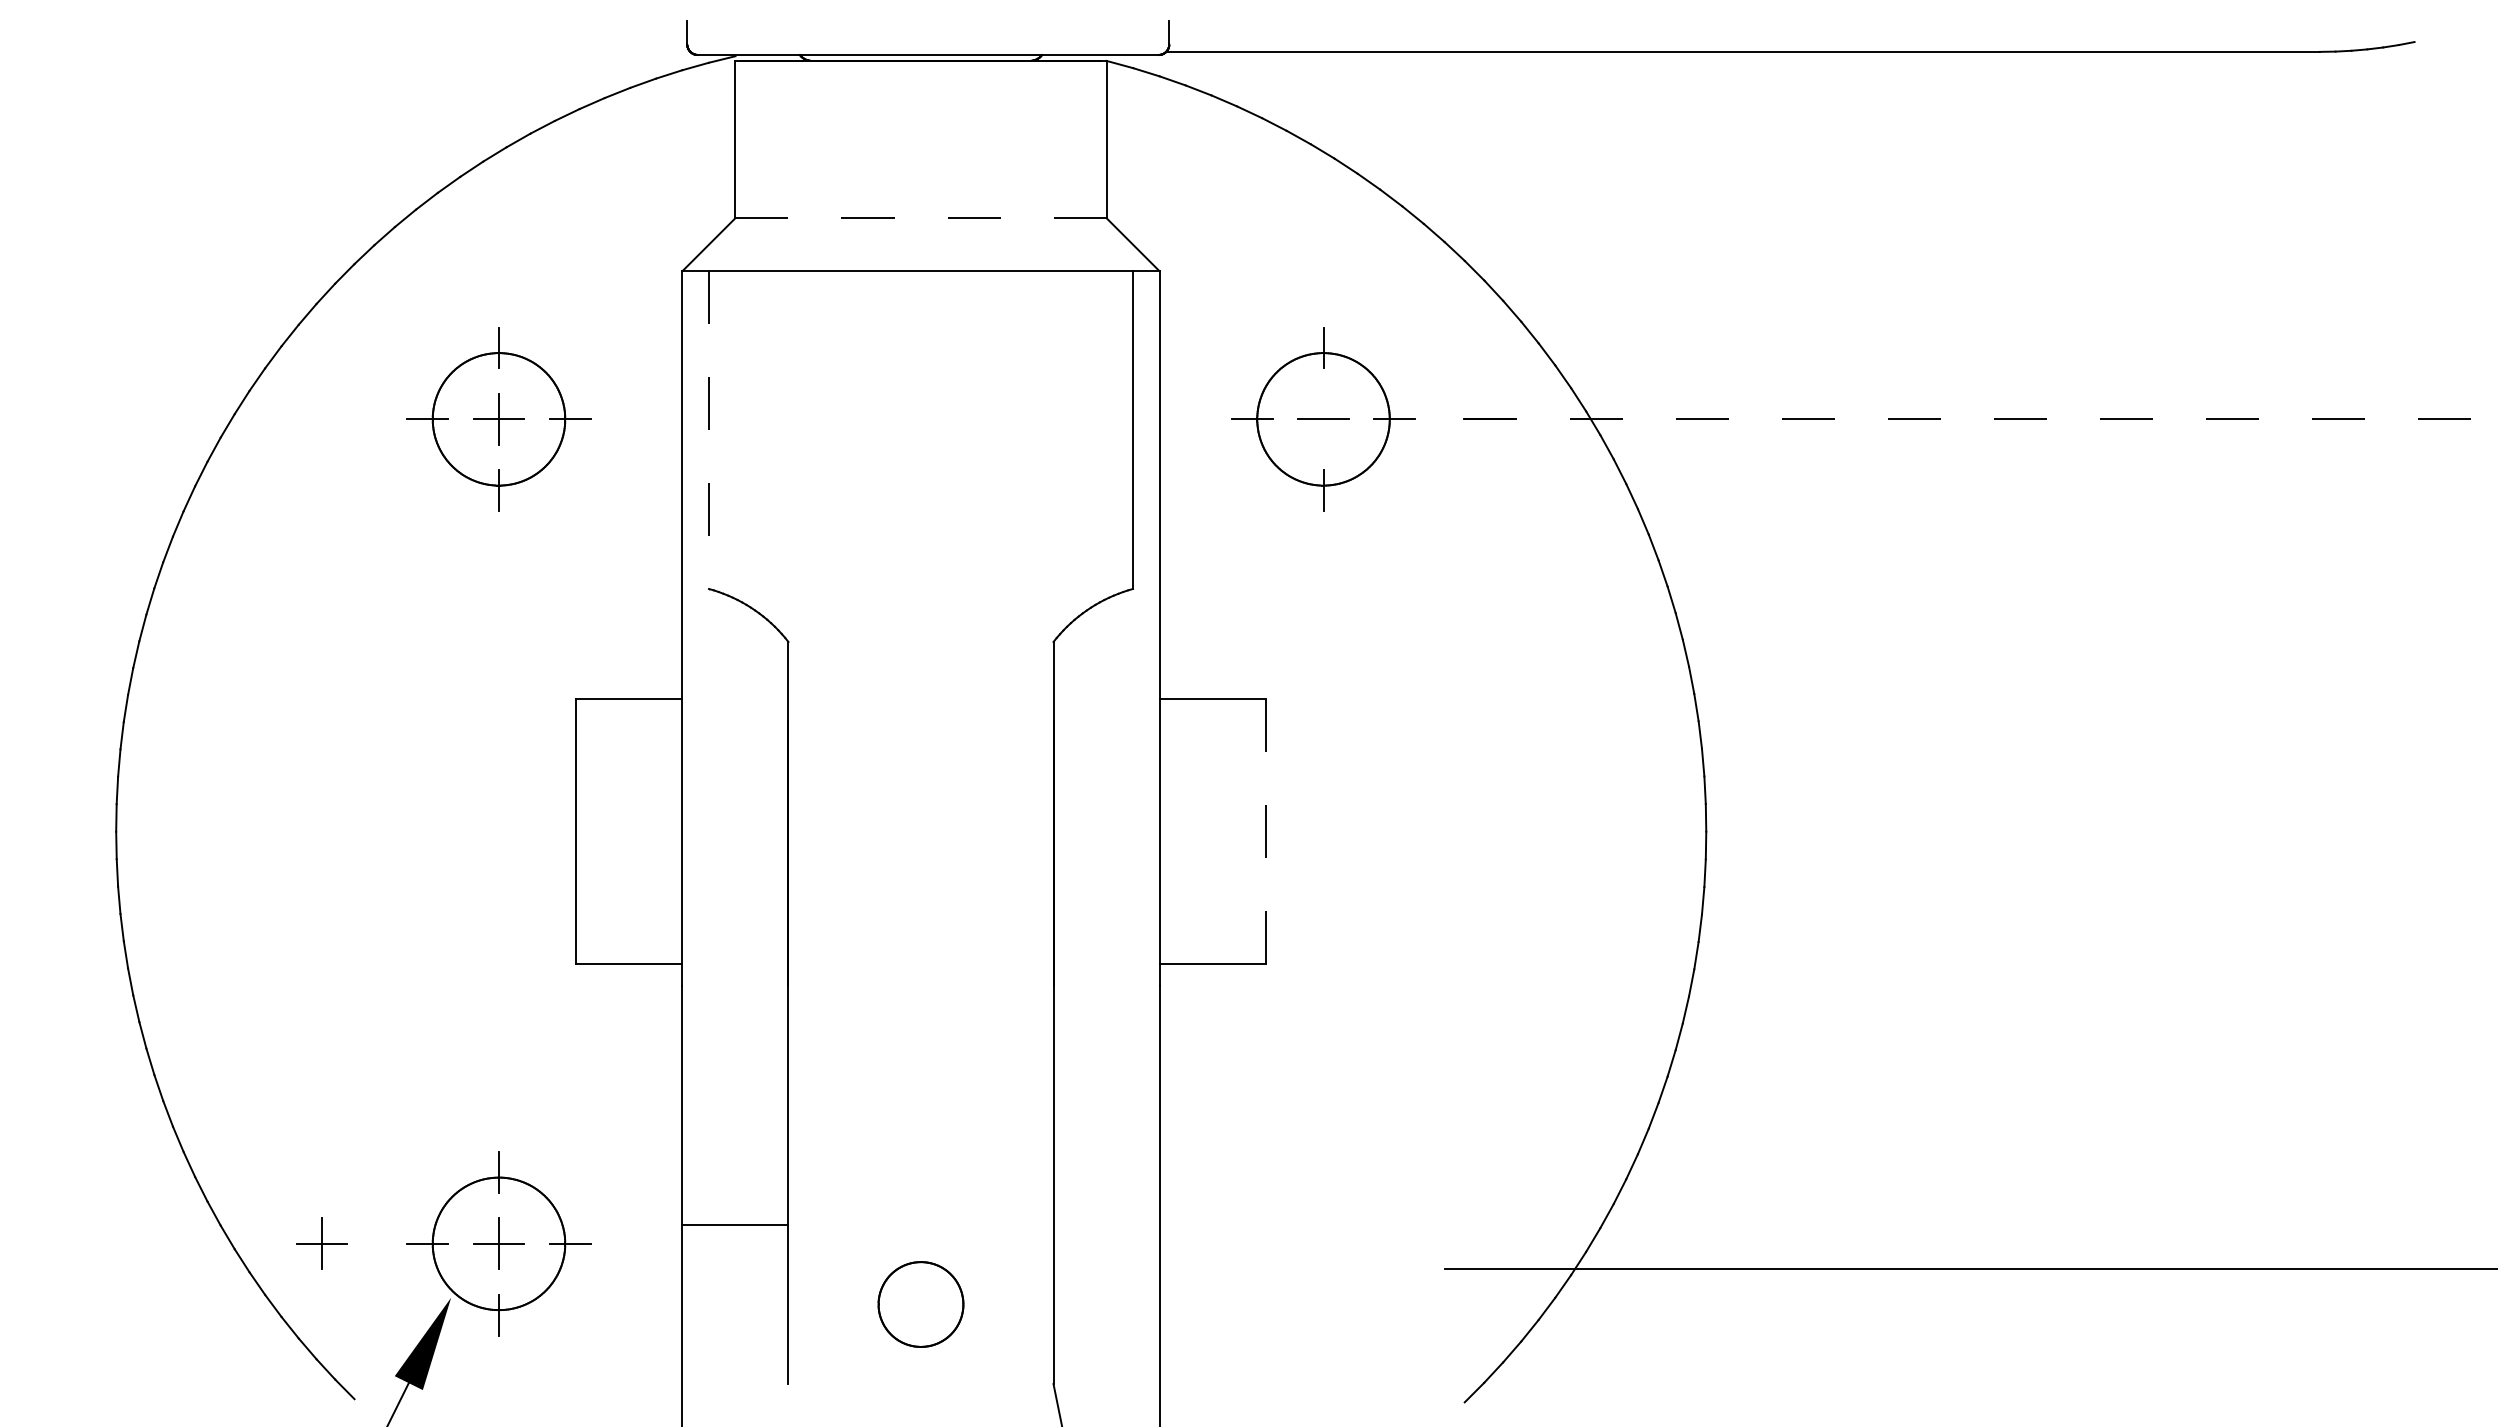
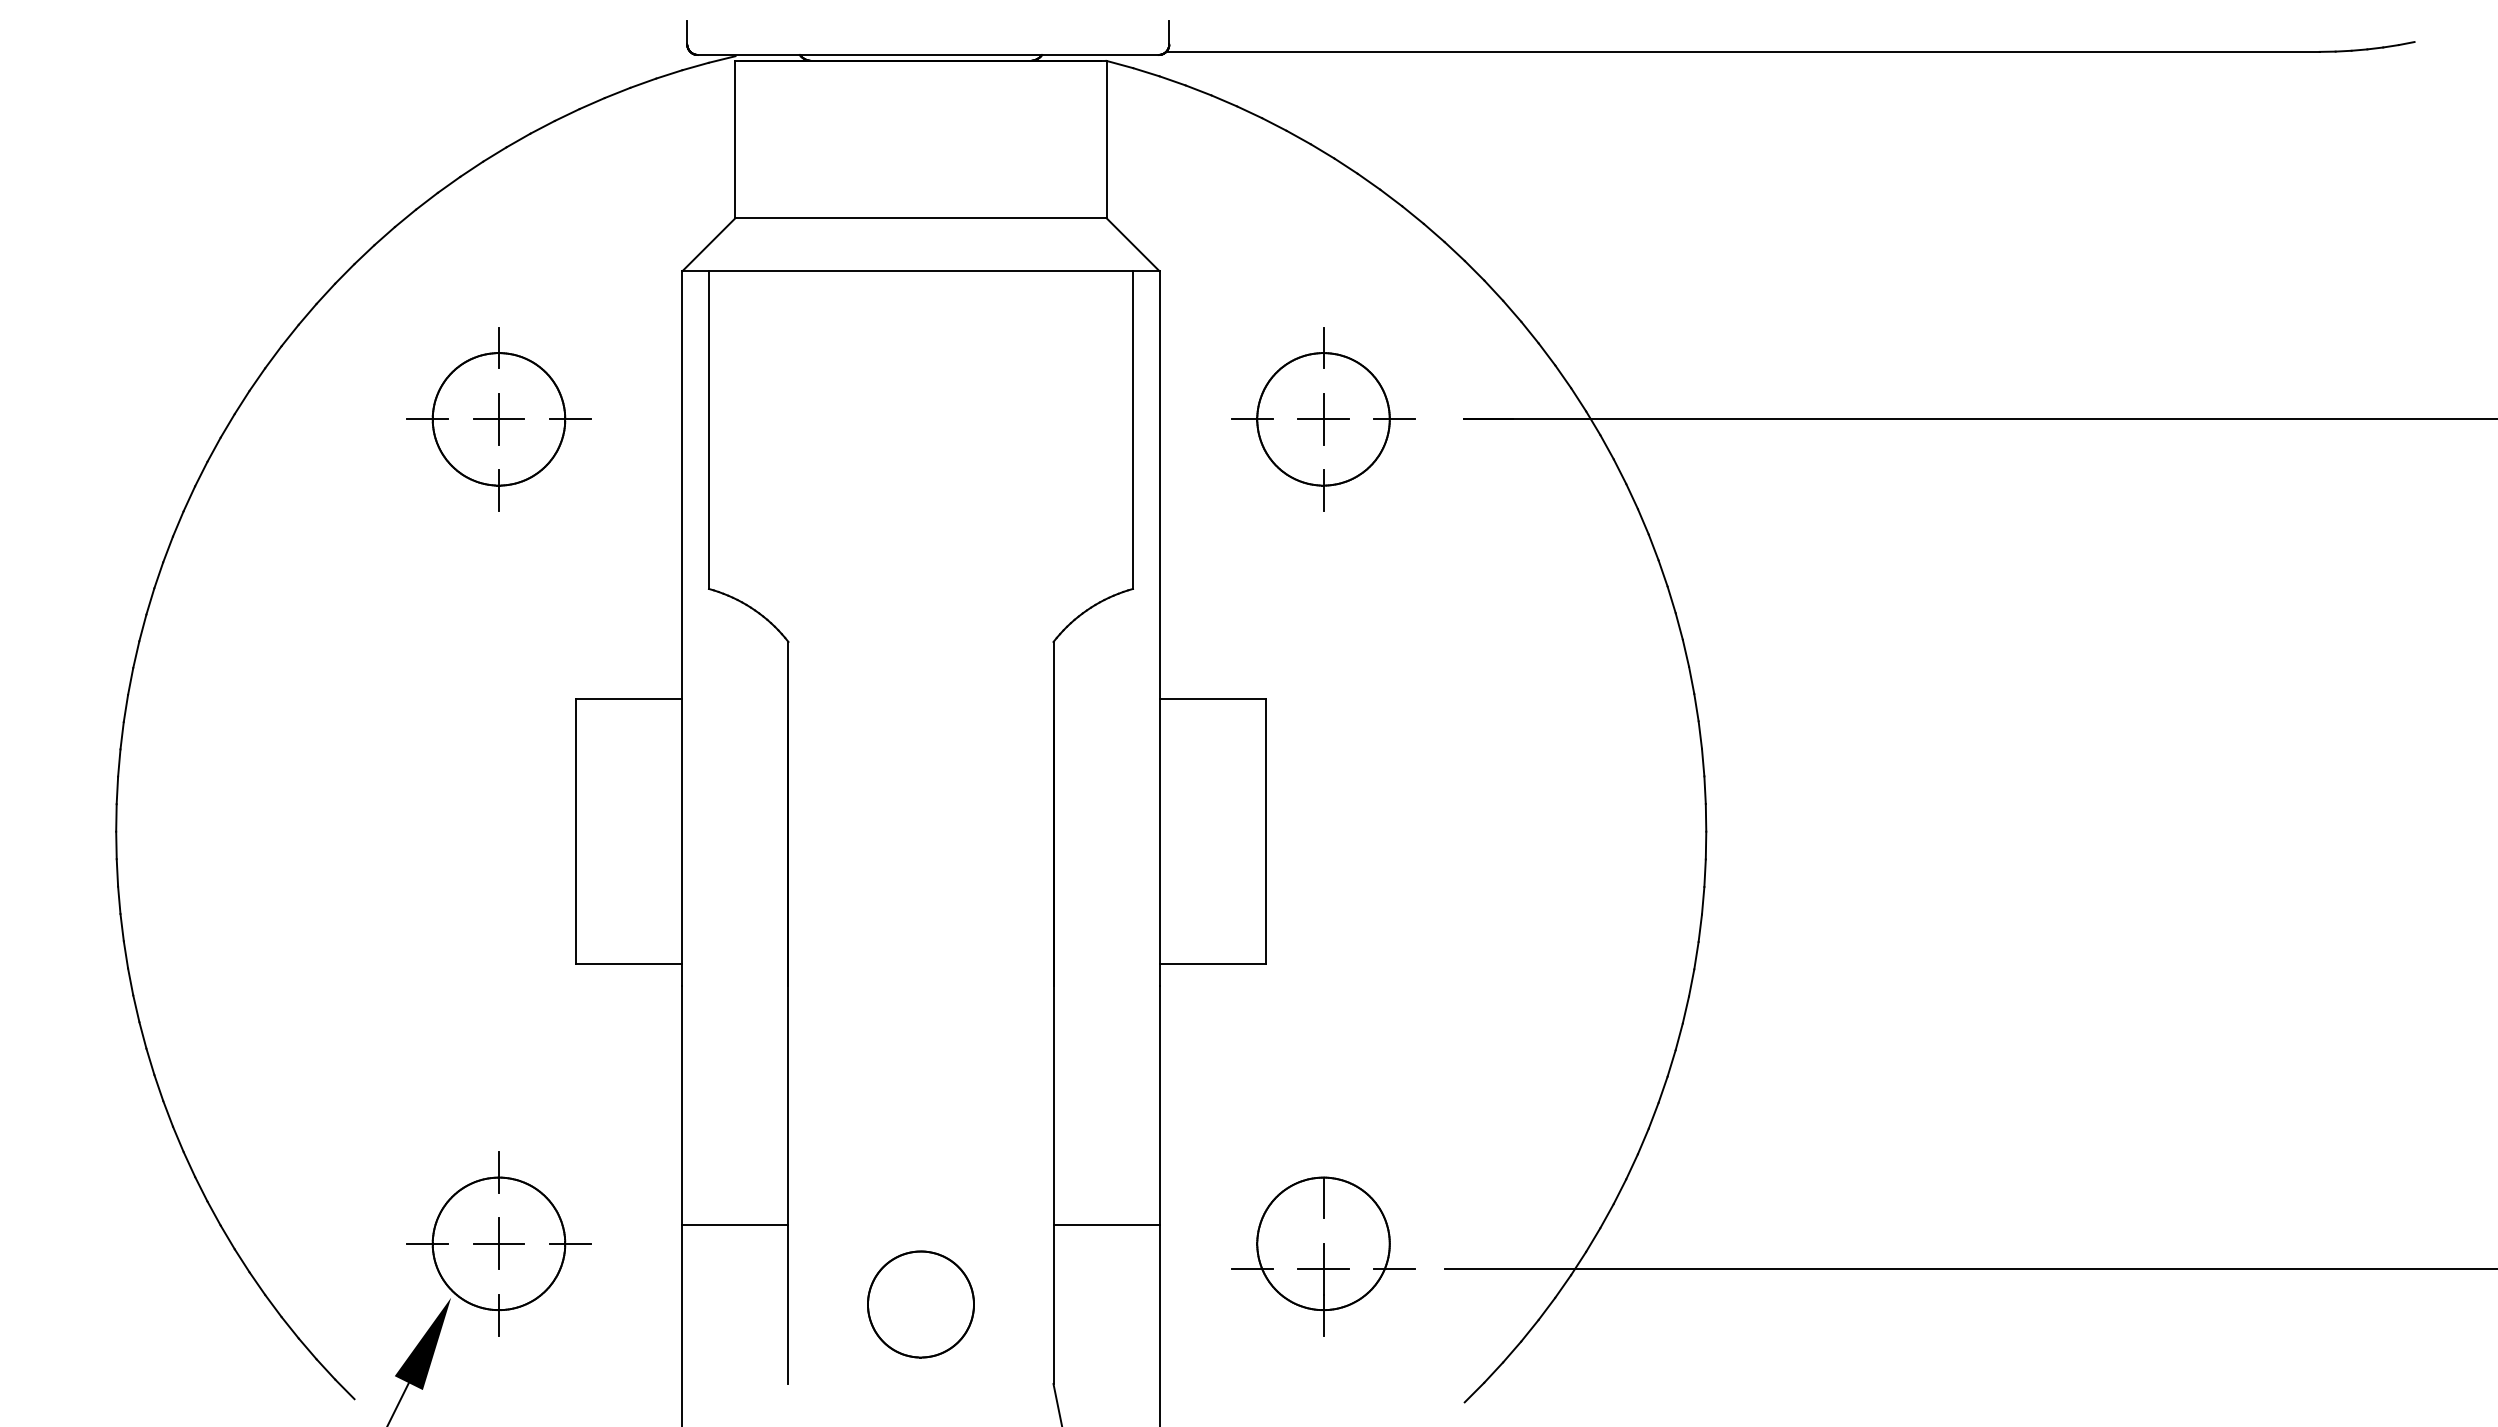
line at (920, 218): dashed -> solid
line at (1323, 418): none -> present
line at (1980, 419): dashed -> solid
line at (708, 430): dashed -> solid
line at (1265, 831): dashed -> solid
line at (1106, 1225): none -> present
part at (321, 1243): present -> none
part at (1323, 1256): none -> present
part at (920, 1304) size: 88x87 px -> 108x109 px
